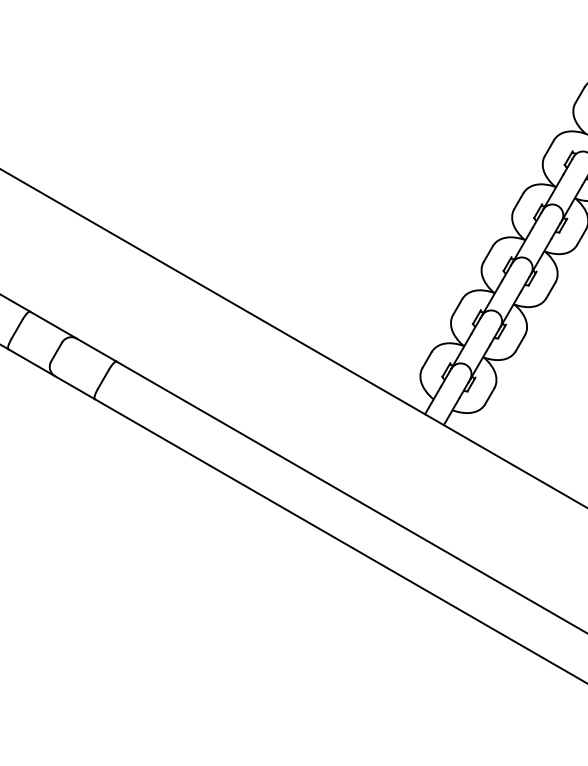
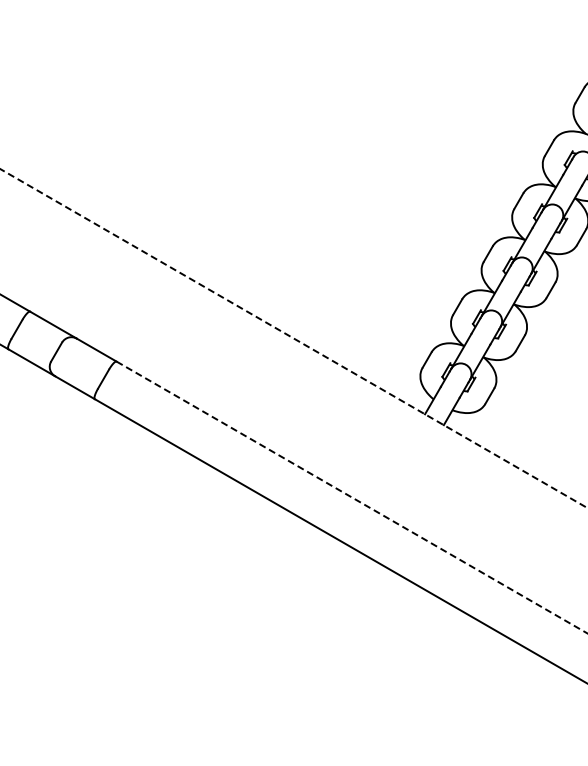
line at (293, 338): solid -> dashed
line at (351, 497): solid -> dashed
